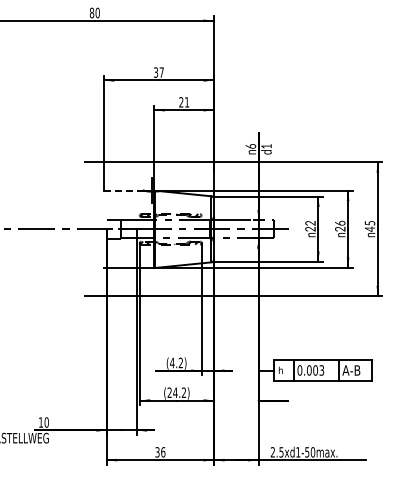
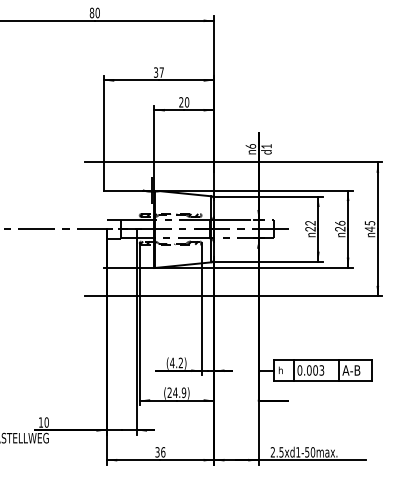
text at (186, 102): 21 -> 20
line at (123, 190): dashed -> solid
text at (183, 392): (24.2) -> (24.9)
